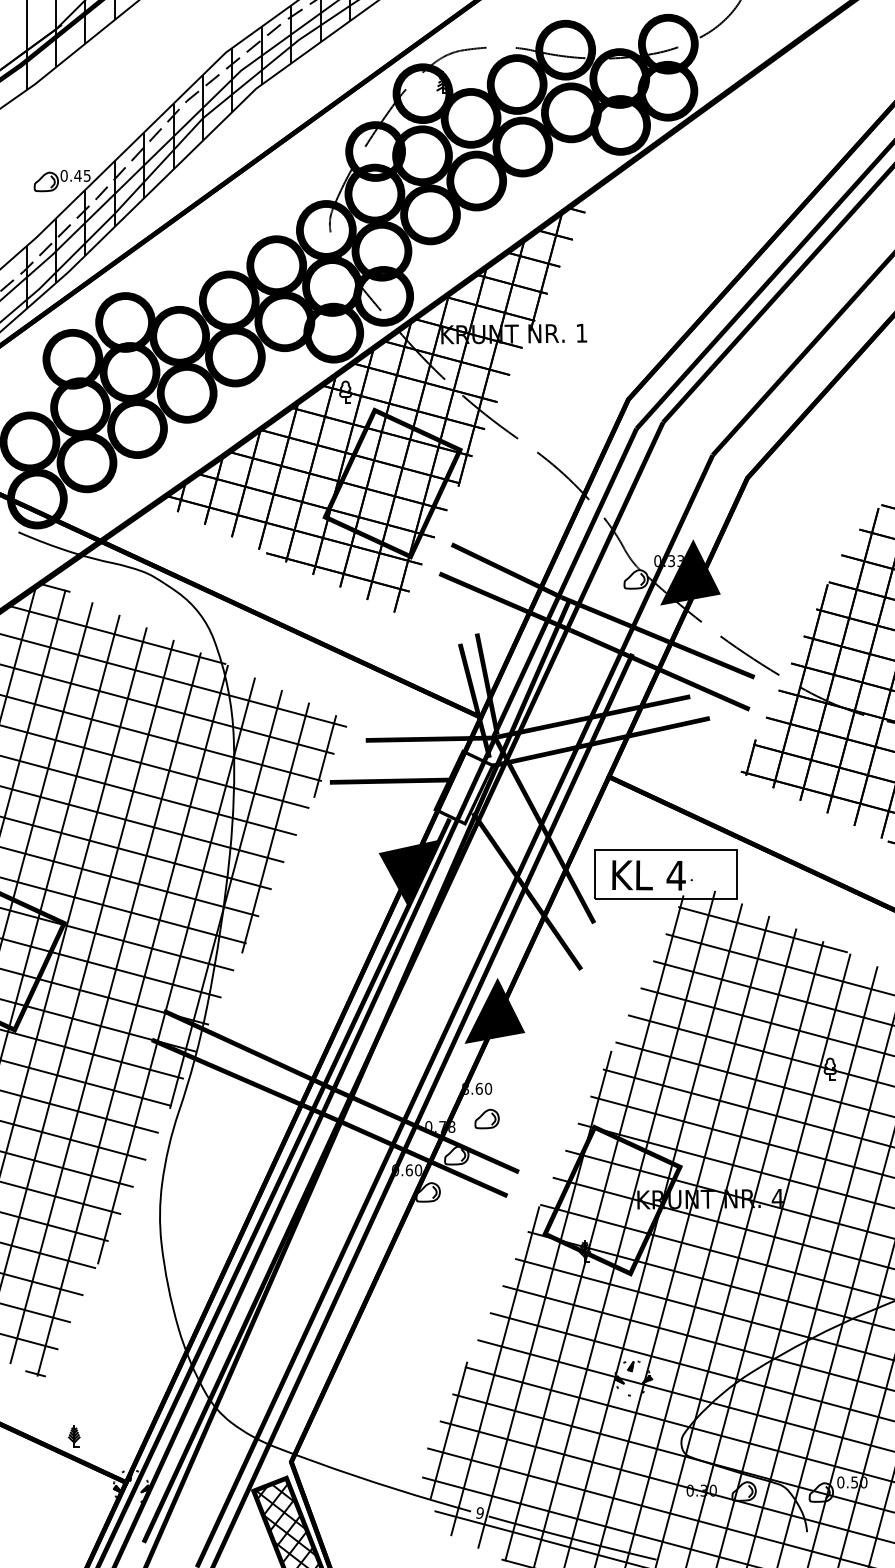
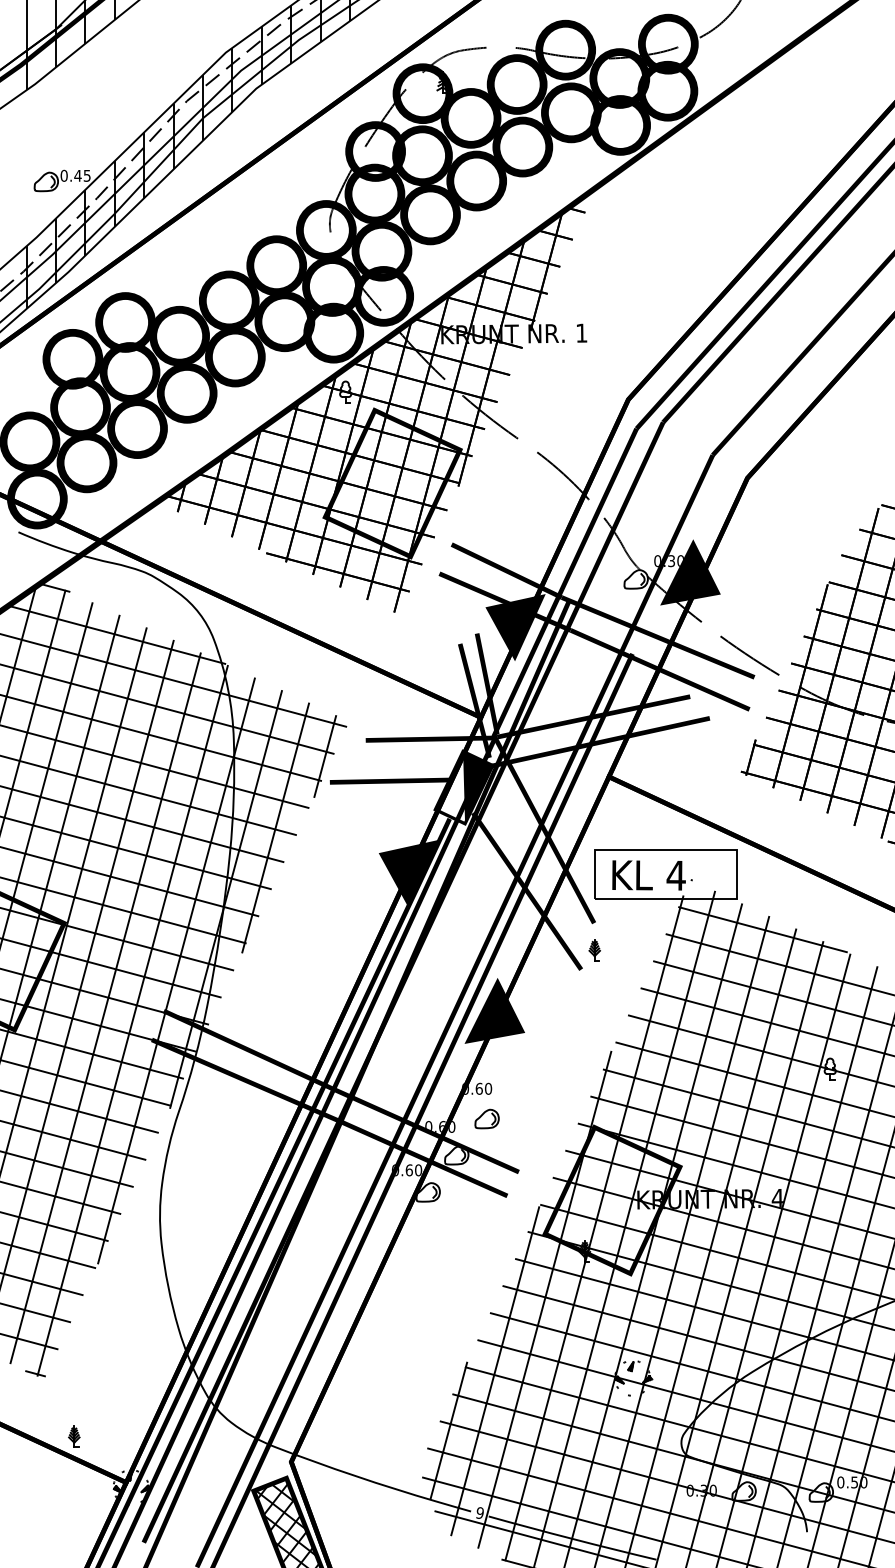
text at (680, 560): 0.33 -> 0.30
fill at (515, 627): none -> present
fill at (477, 787): none -> present
part at (594, 950): none -> present
text at (465, 1088): 8.60 -> 0.60
text at (447, 1126): 0.78 -> 0.60
